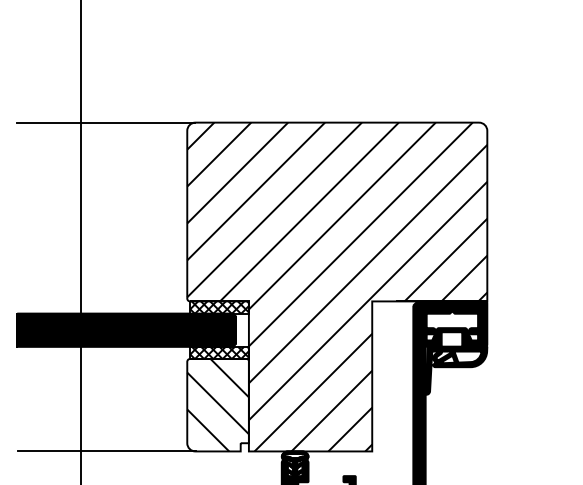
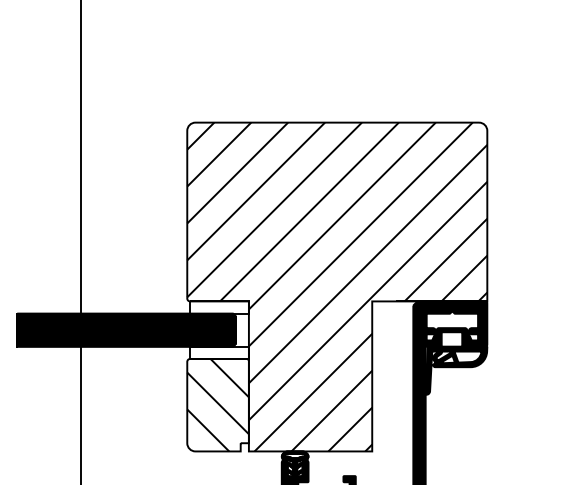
line at (106, 122): present -> none
hatch at (219, 307): present -> none
hatch at (219, 352): present -> none
line at (106, 451): present -> none
